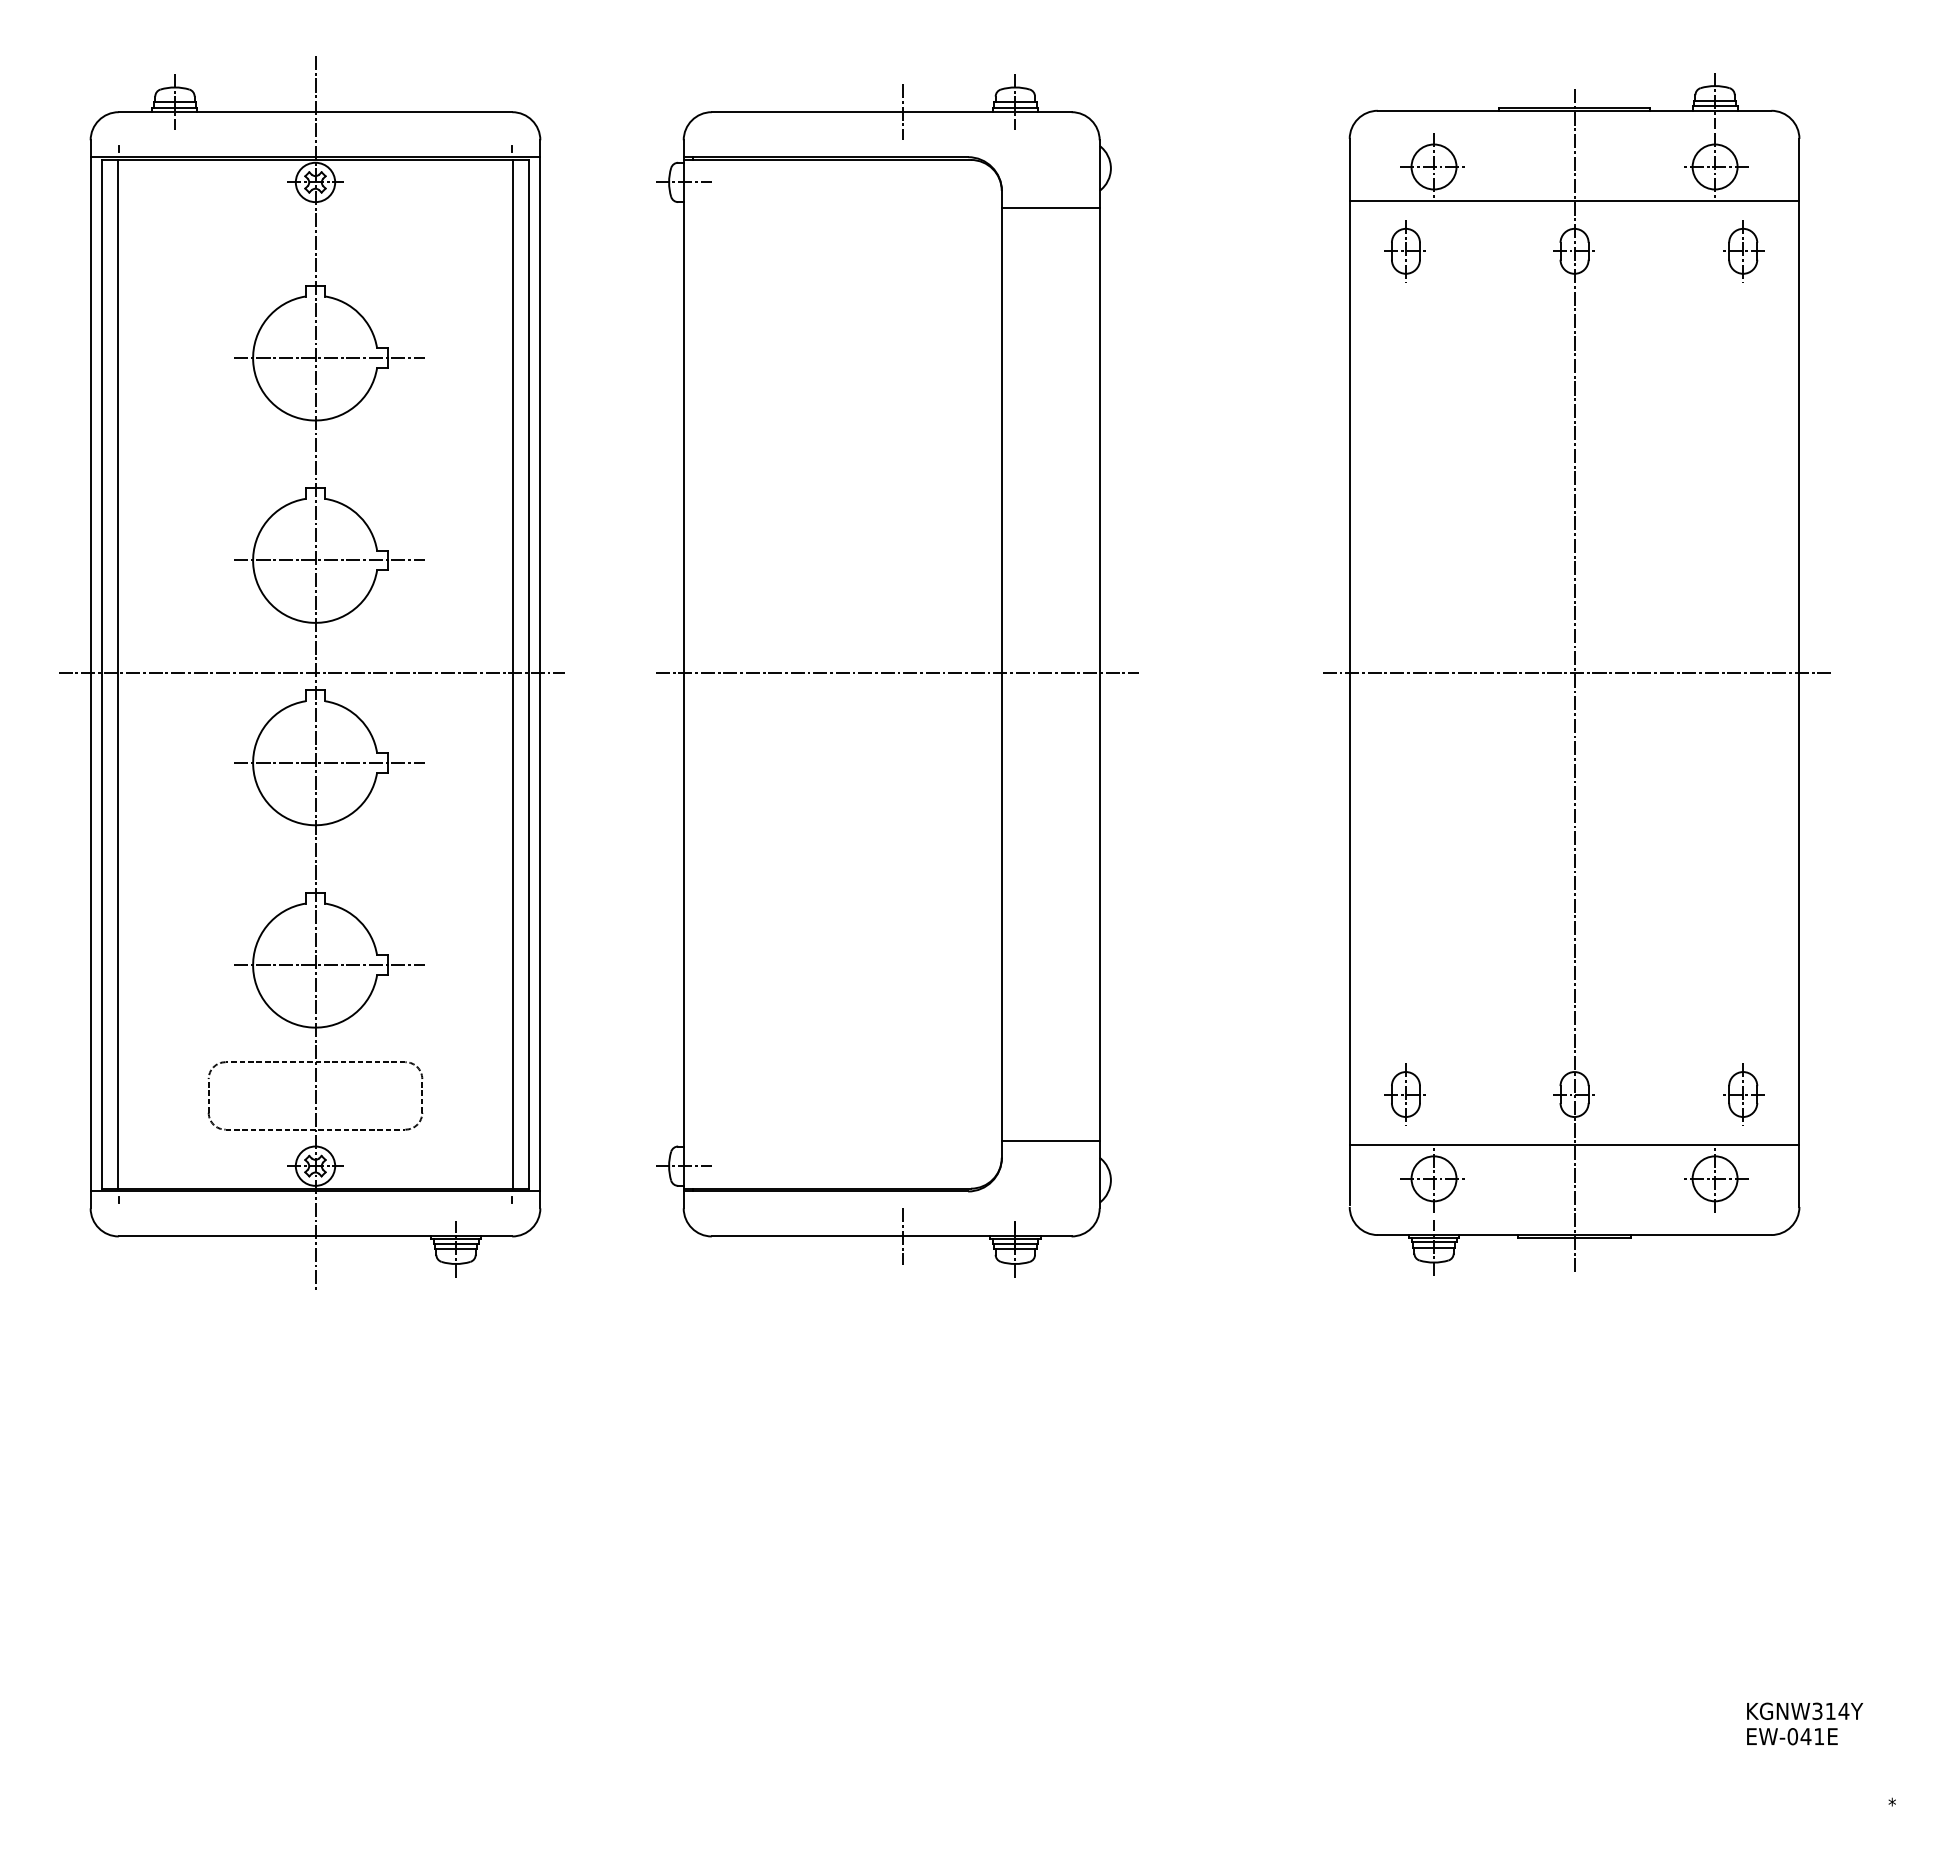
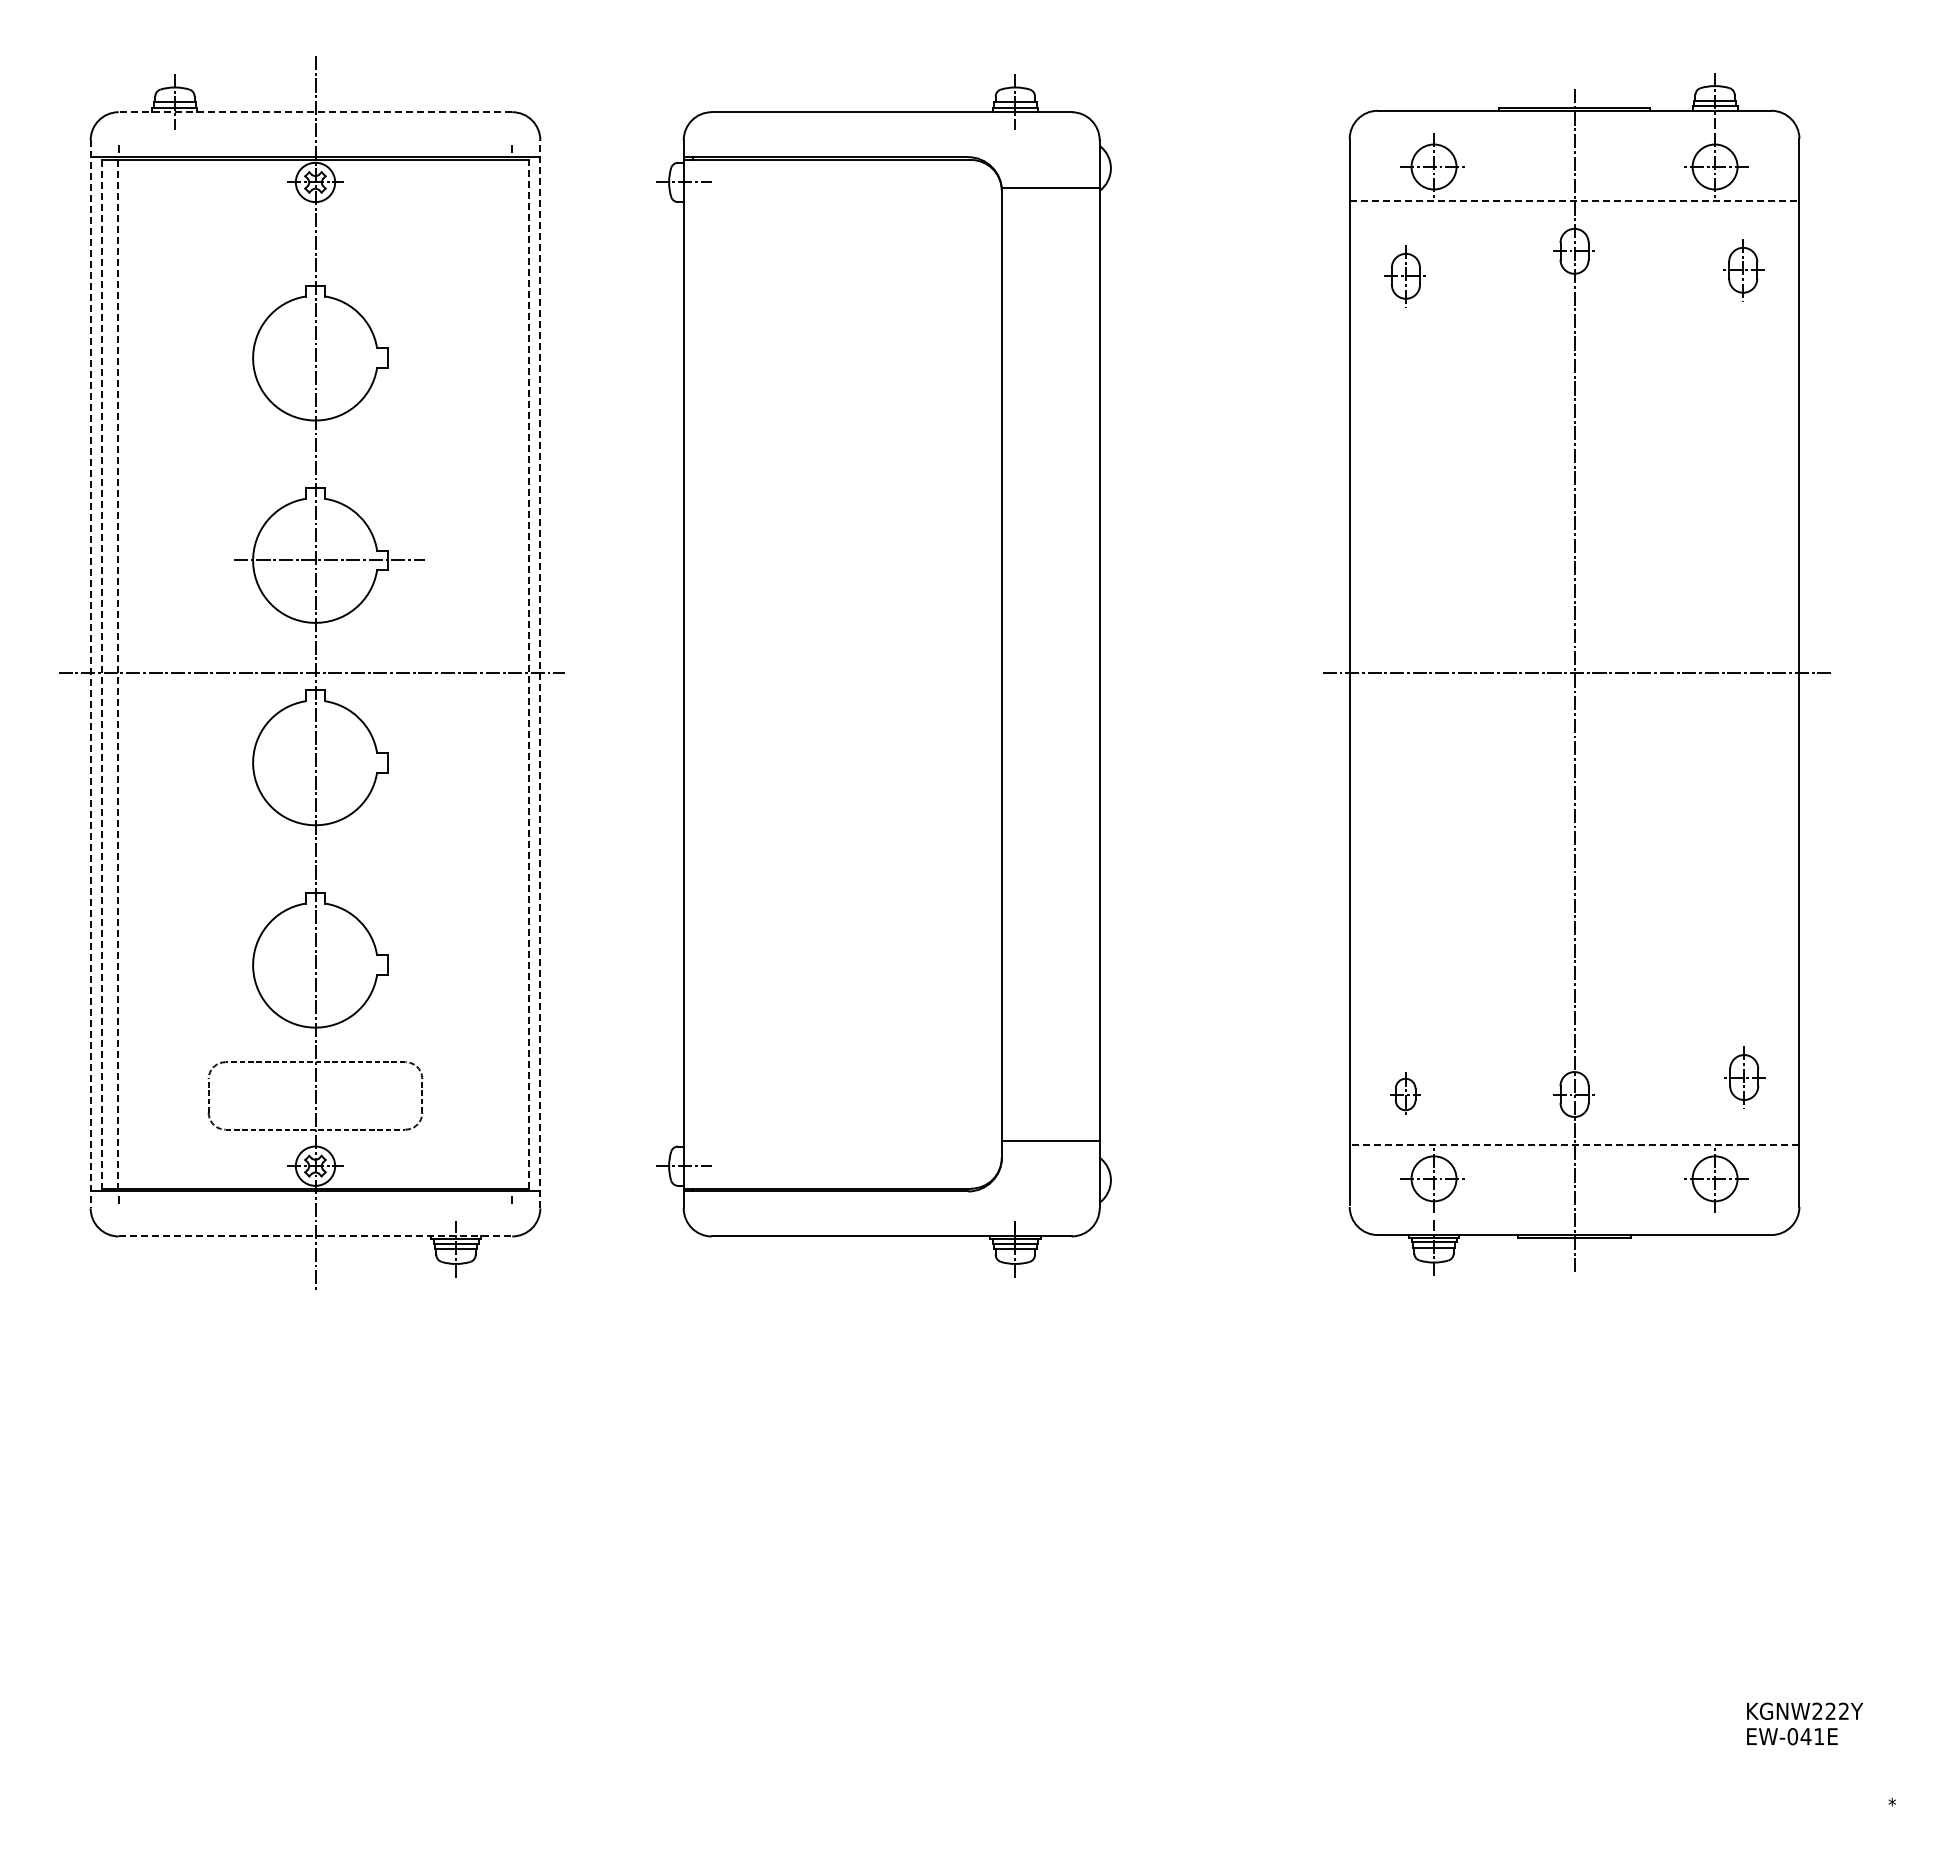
line at (315, 112): solid -> dashed
line at (902, 112): present -> none
line at (1574, 200): solid -> dashed
line at (1050, 207) position: (1050, 207) -> (1050, 187)
part at (1404, 251) position: (1404, 251) -> (1404, 276)
part at (1743, 251) position: (1743, 251) -> (1743, 270)
line at (329, 358): present -> none
line at (896, 672): present -> none
line at (513, 673): present -> none
line at (529, 673): solid -> dashed
line at (540, 673): solid -> dashed
line at (90, 674): solid -> dashed
line at (101, 674): solid -> dashed
line at (117, 674): solid -> dashed
line at (329, 762): present -> none
line at (329, 965): present -> none
part at (1404, 1094) size: 42x63 px -> 31x43 px
part at (1743, 1094) position: (1743, 1094) -> (1744, 1077)
line at (1574, 1145): solid -> dashed
line at (315, 1236): solid -> dashed
line at (902, 1236): present -> none
text at (1830, 1711): KGNW314Y -> KGNW222Y
